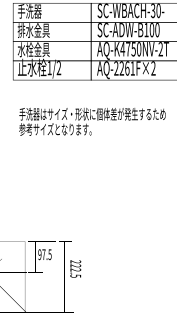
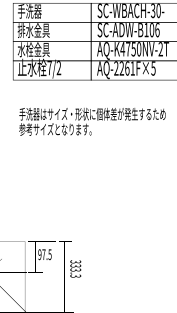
text at (157, 29): SC-ADW-B100 -> SC-ADW-B106
text at (49, 68): 1/2 -> 7/2
text at (153, 68): AQ-2261F×2 -> AQ-2261F×5
text at (75, 268): 222.5 -> 333.3
